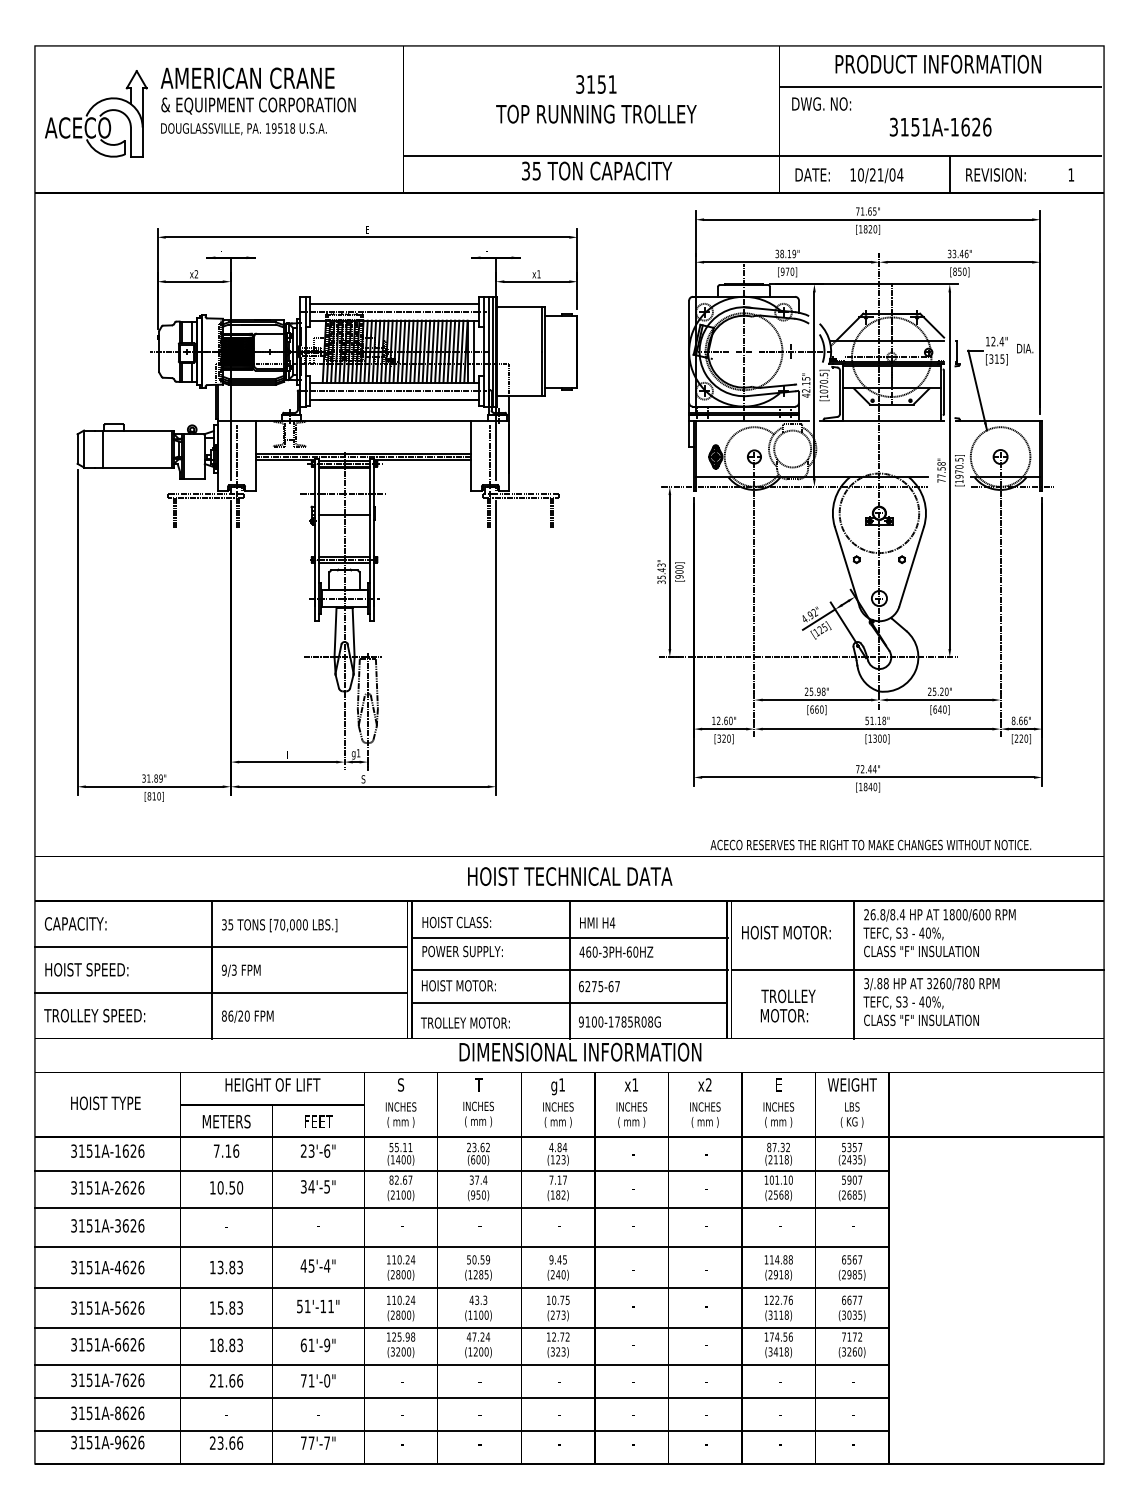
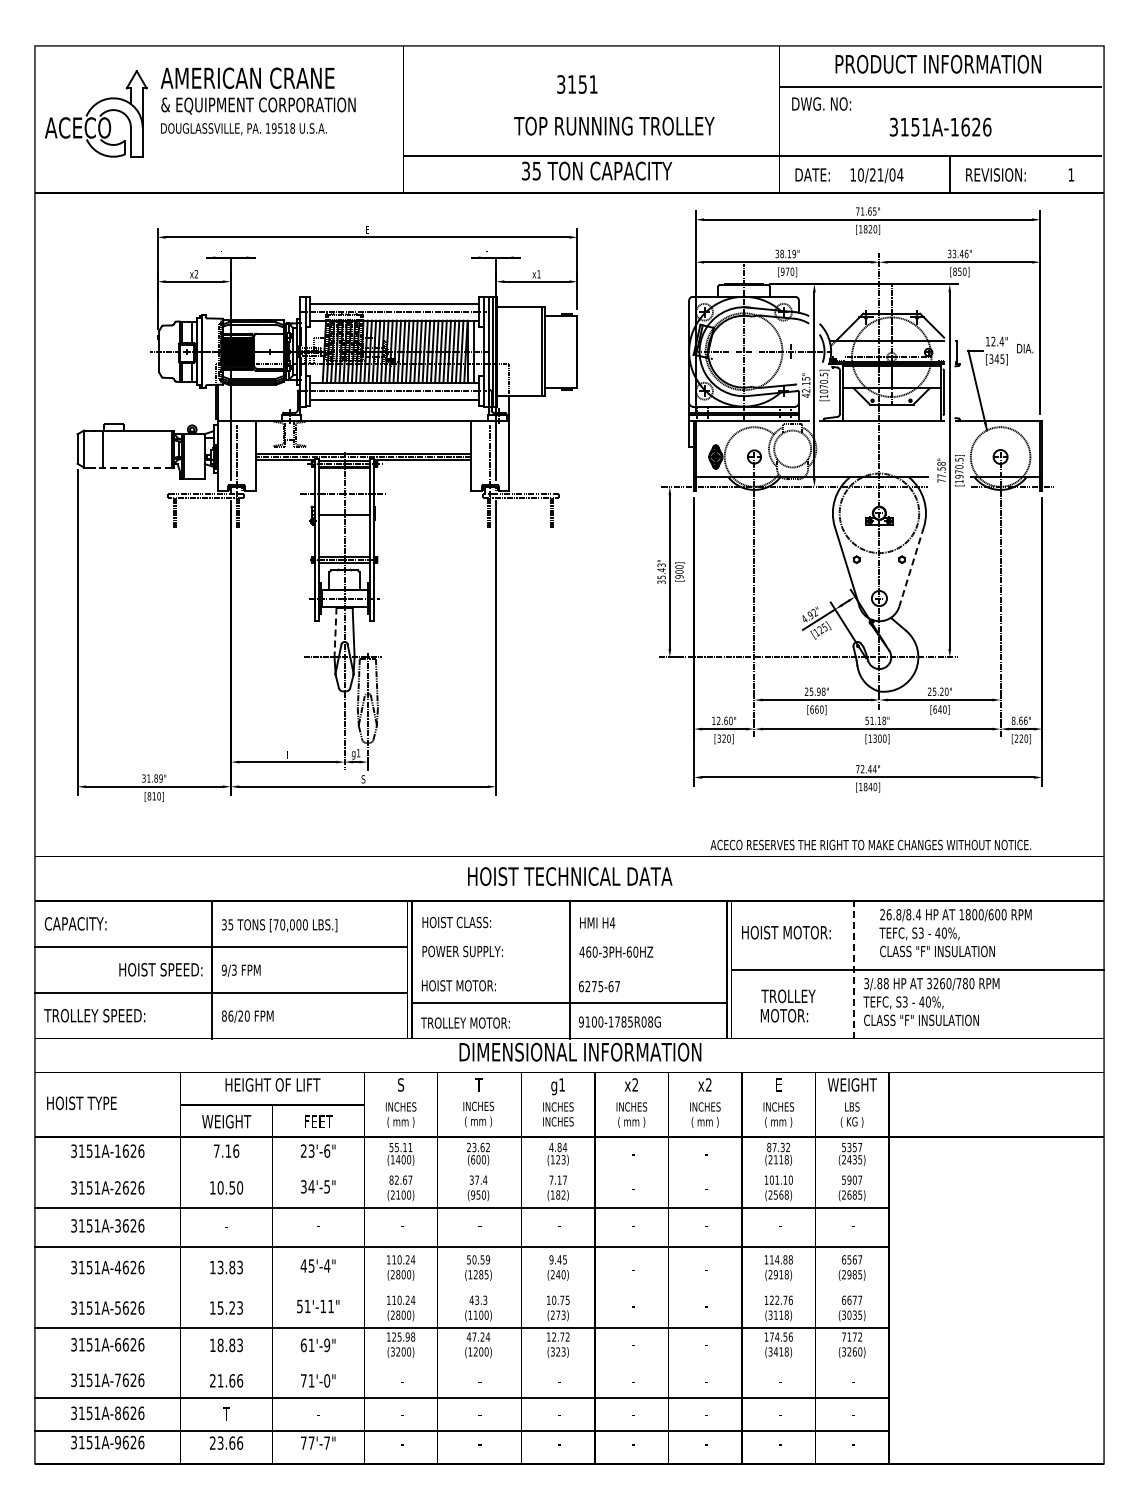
text at (596, 84) position: (596, 84) -> (577, 84)
text at (596, 113) position: (596, 113) -> (614, 125)
text at (996, 358): [315] -> [345]
line at (132, 467): solid -> dashed
line at (911, 566): solid -> dashed
line at (335, 632): solid -> dashed
text at (939, 933) position: (939, 933) -> (955, 933)
line at (569, 937): present -> none
text at (86, 969) position: (86, 969) -> (160, 969)
line at (569, 969): present -> none
line at (854, 969): solid -> dashed
text at (634, 1084): x1 -> x2
text at (105, 1103) position: (105, 1103) -> (81, 1103)
text at (226, 1121): METERS -> WEIGHT
text at (558, 1122): ( mm ) -> INCHES
line at (461, 1171): present -> none
line at (461, 1287): present -> none
text at (232, 1307): 15.83 -> 15.23
line at (461, 1364): present -> none
text at (226, 1413): - -> T
